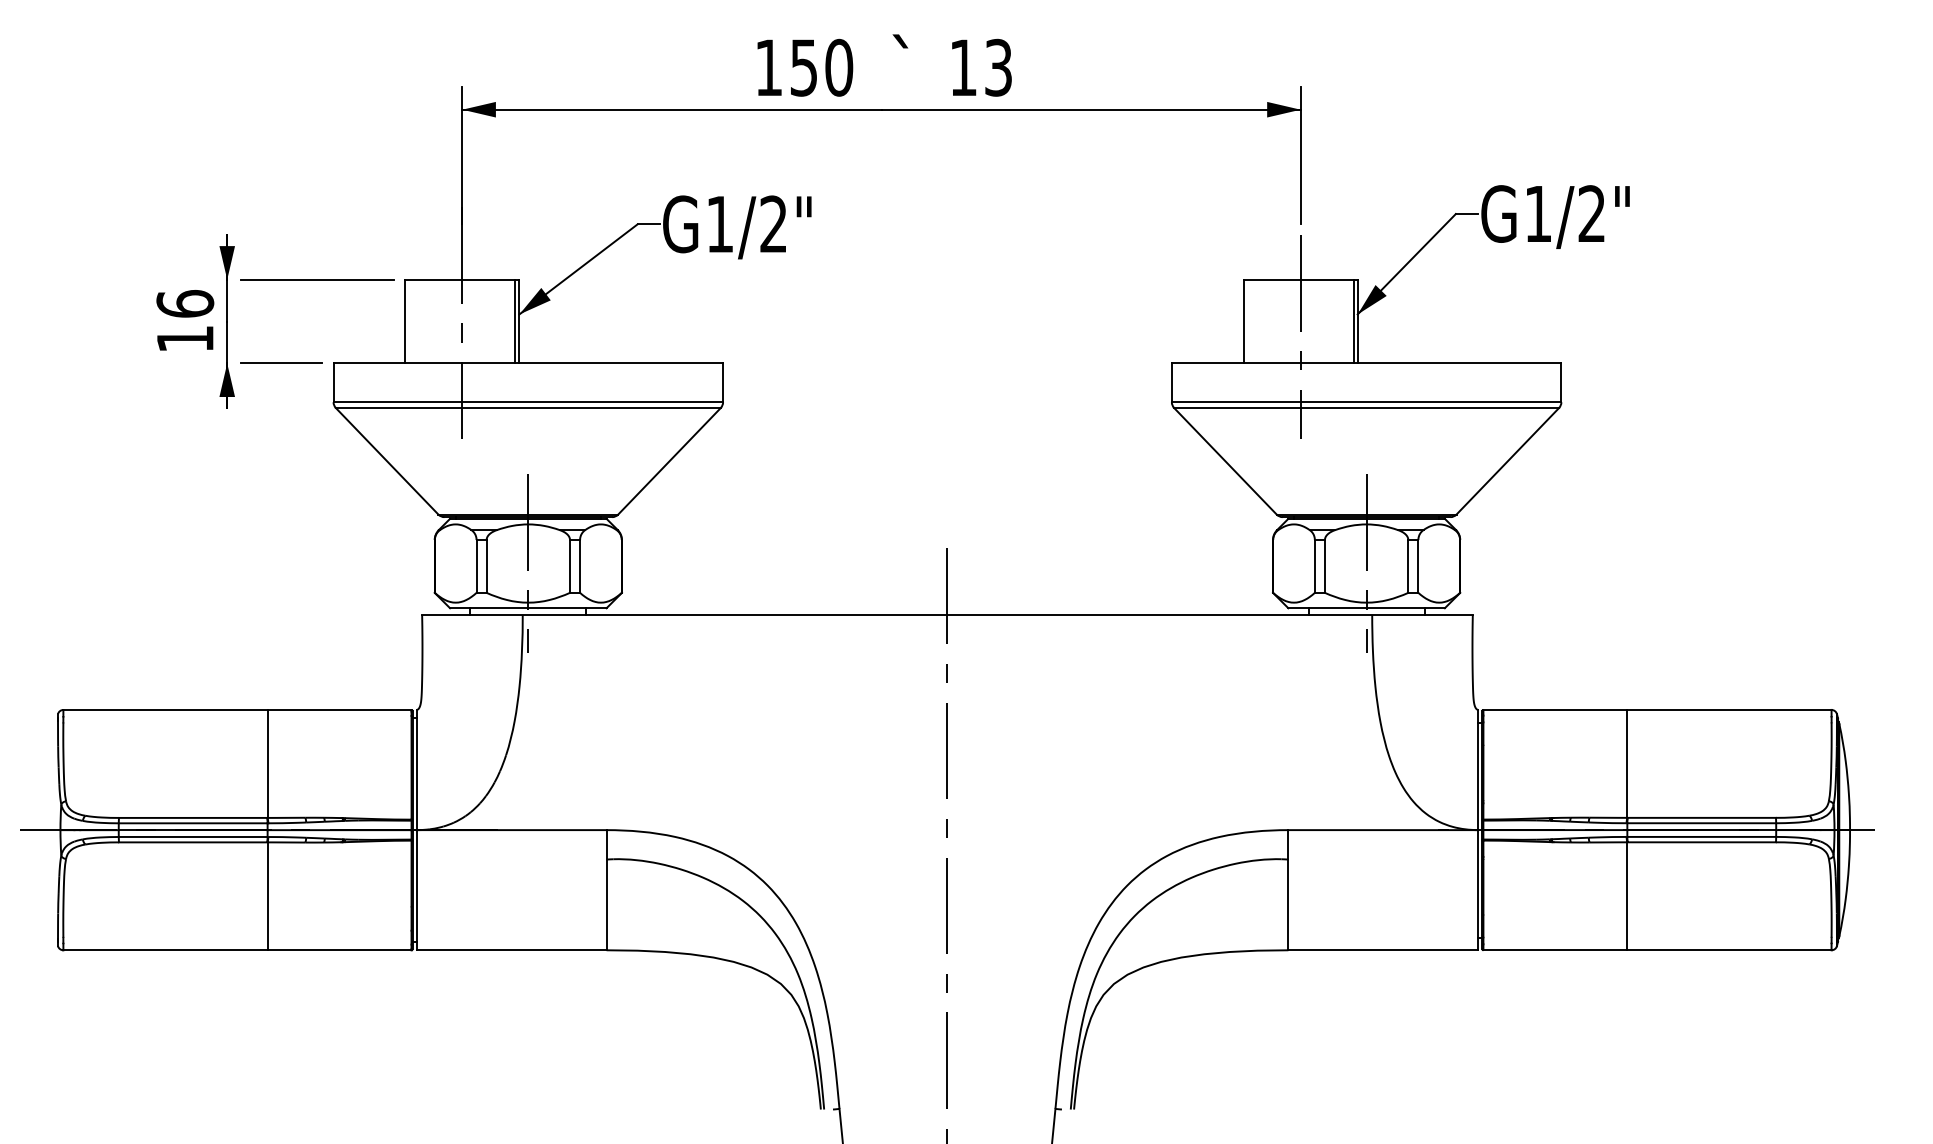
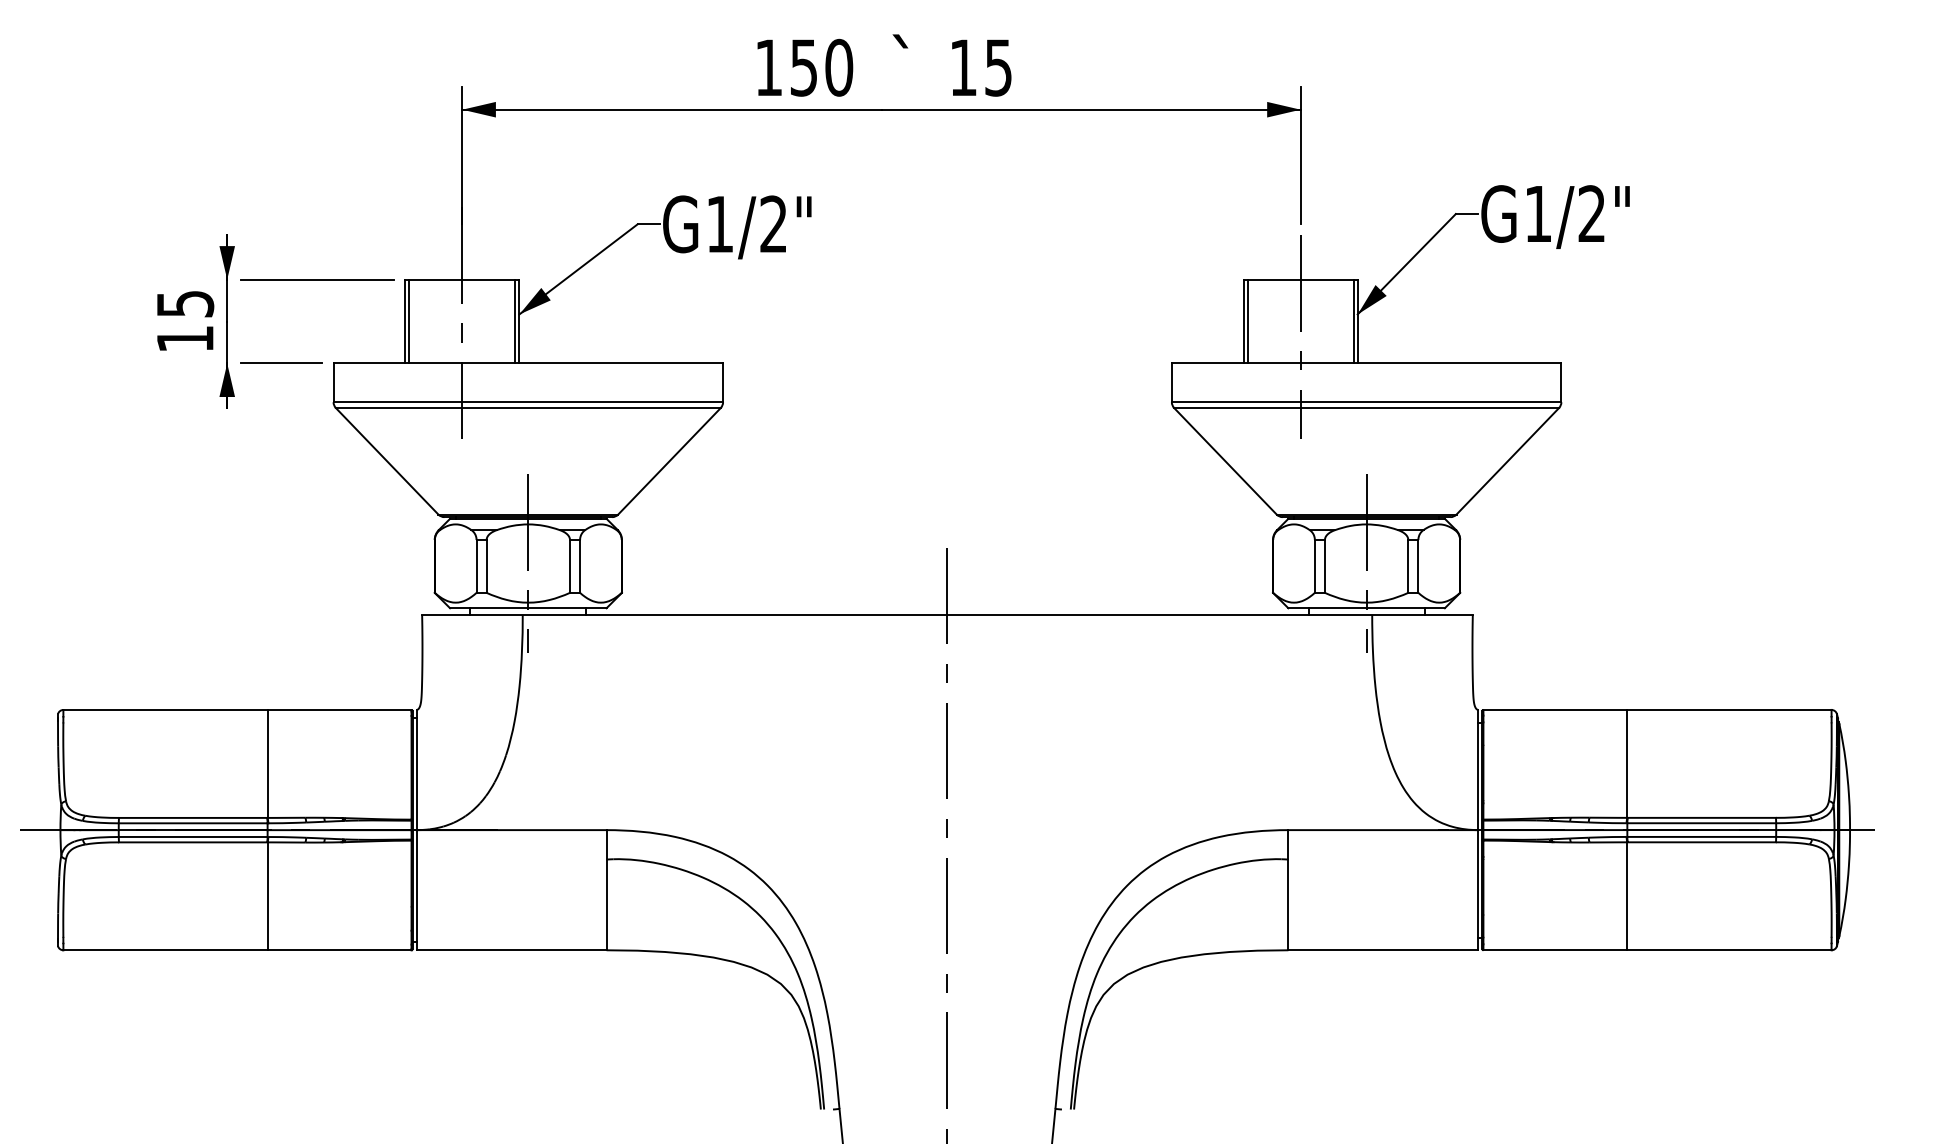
text at (998, 66): 13 -> 15
text at (185, 303): 16 -> 15
line at (409, 321): none -> present
line at (1247, 321): none -> present
